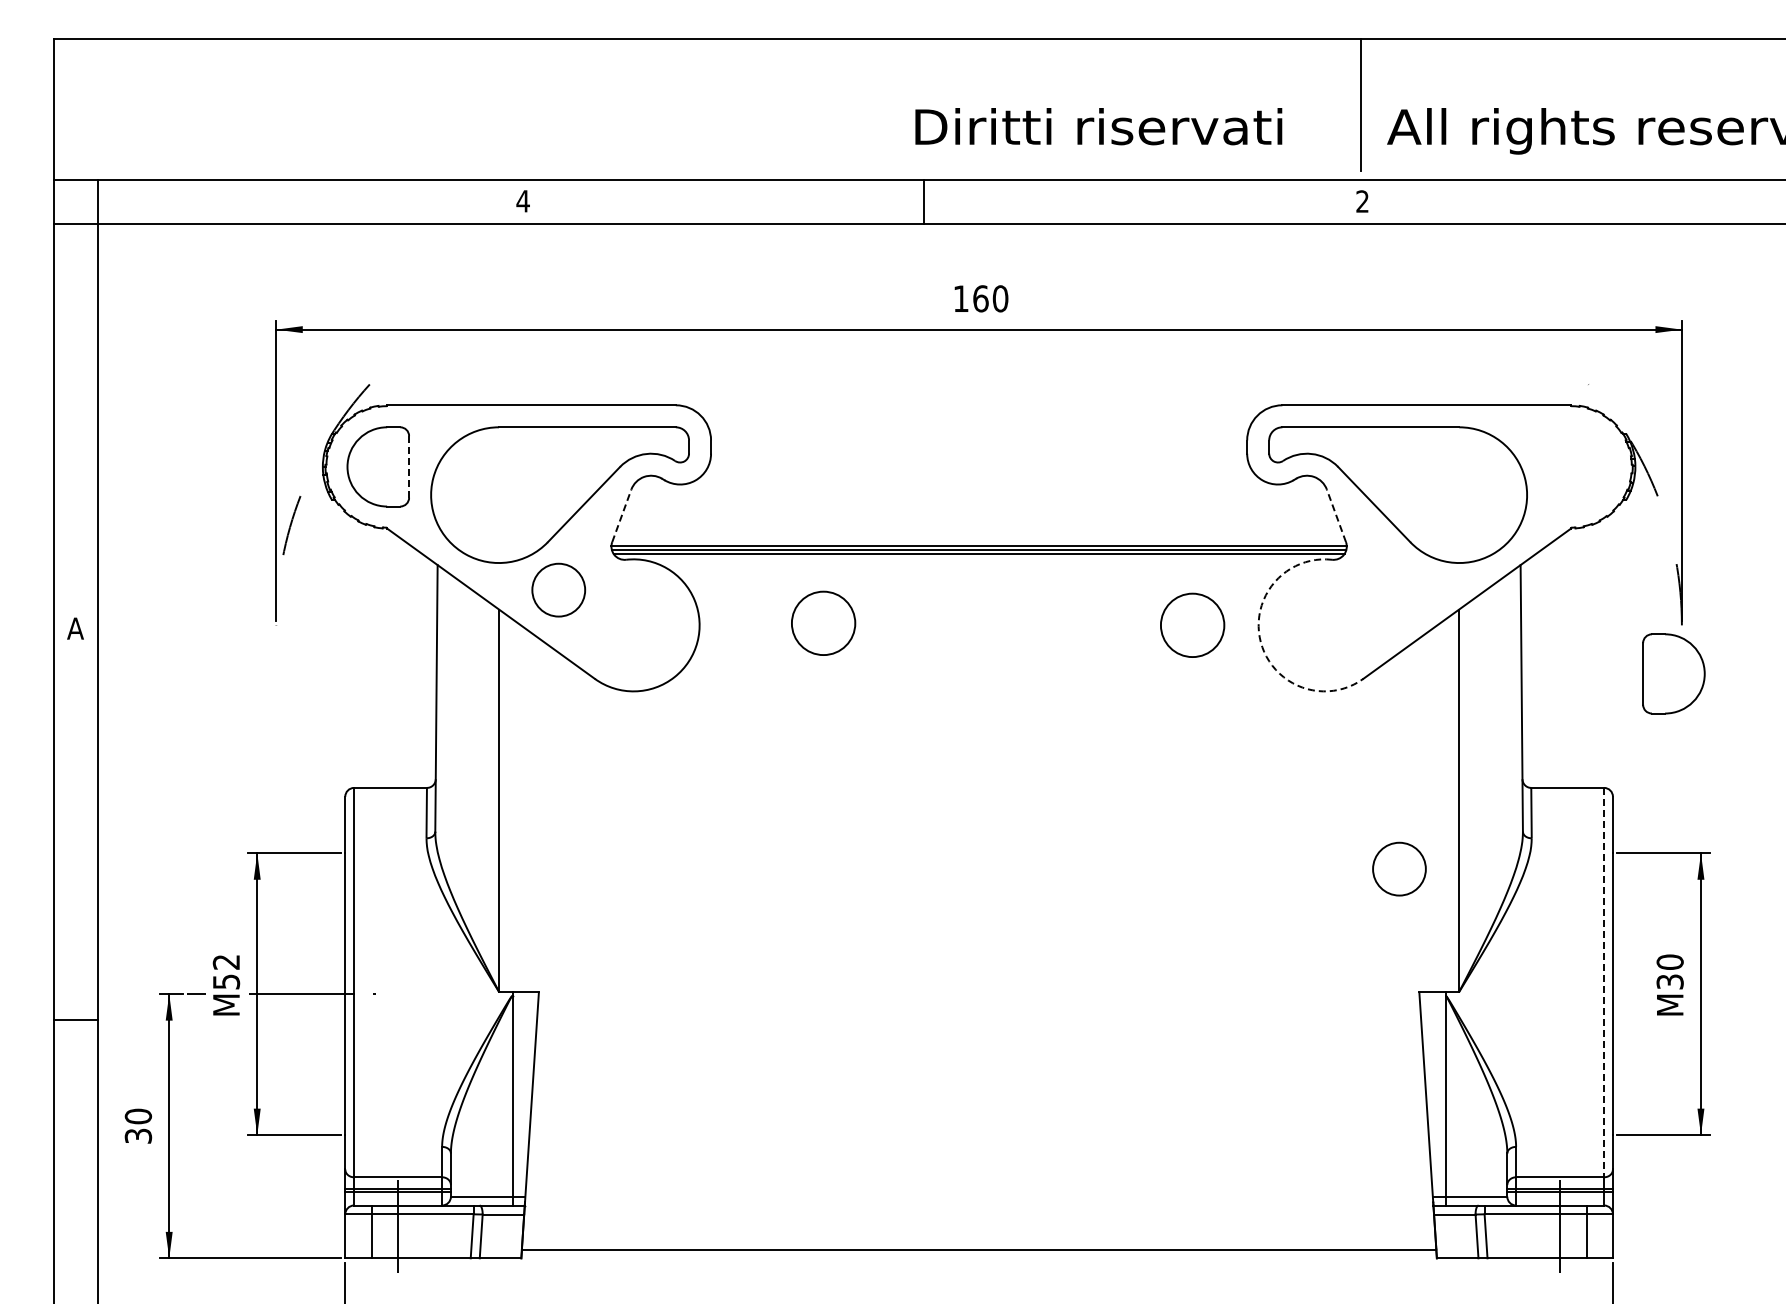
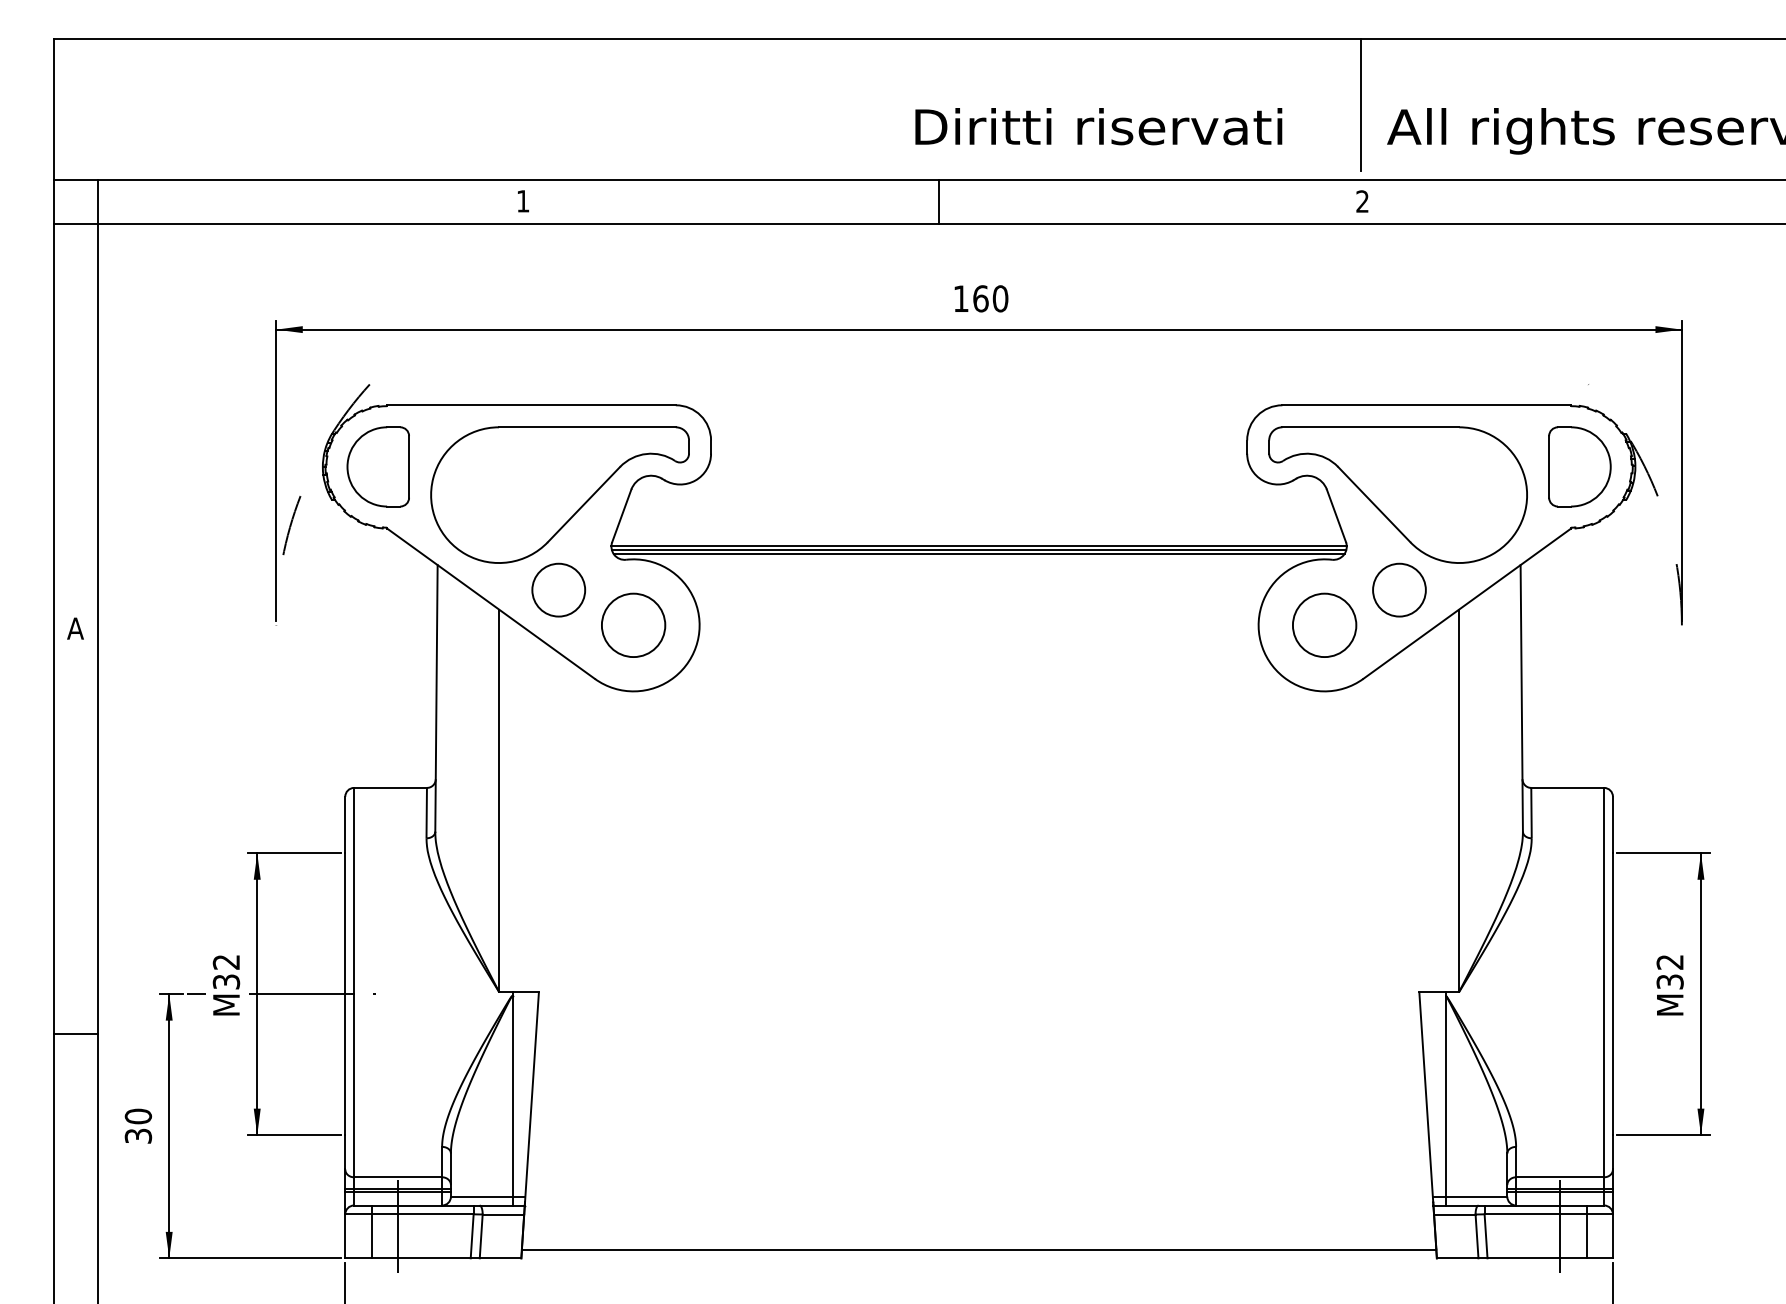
text at (522, 201): 4 -> 1
line at (924, 201) position: (924, 201) -> (939, 201)
line at (409, 466): dashed -> solid
line at (621, 515): dashed -> solid
line at (1336, 515): dashed -> solid
circle at (823, 622) position: (823, 622) -> (633, 624)
circle at (1192, 624) position: (1192, 624) -> (1324, 624)
arc at (1260, 642): dashed -> solid
part at (1673, 673) position: (1673, 673) -> (1579, 466)
circle at (1399, 868) position: (1399, 868) -> (1399, 589)
text at (1669, 961): 30 -> 32
text at (225, 981): 52 -> 32
line at (1604, 982): dashed -> solid
line at (75, 1019) position: (75, 1019) -> (75, 1033)
